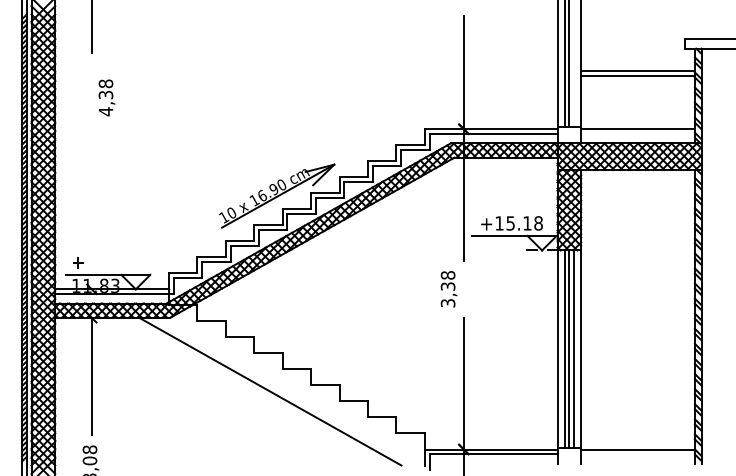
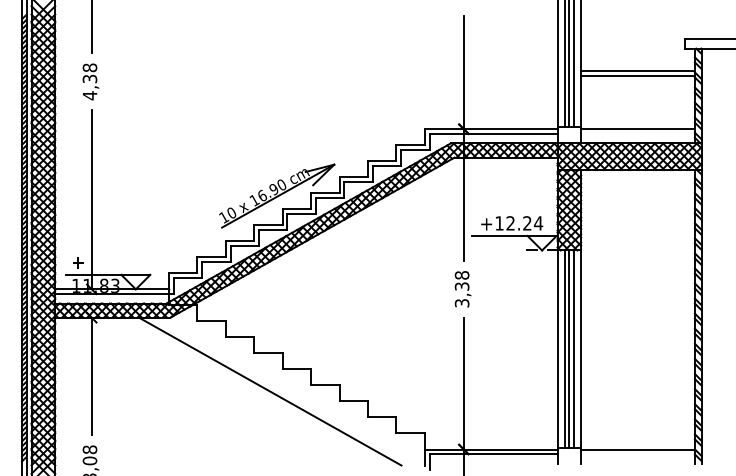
line at (574, 64): none -> present
text at (106, 97) position: (106, 97) -> (90, 81)
line at (91, 199): none -> present
text at (524, 223): +15.18 -> +12.24
text at (448, 289) position: (448, 289) -> (462, 289)
